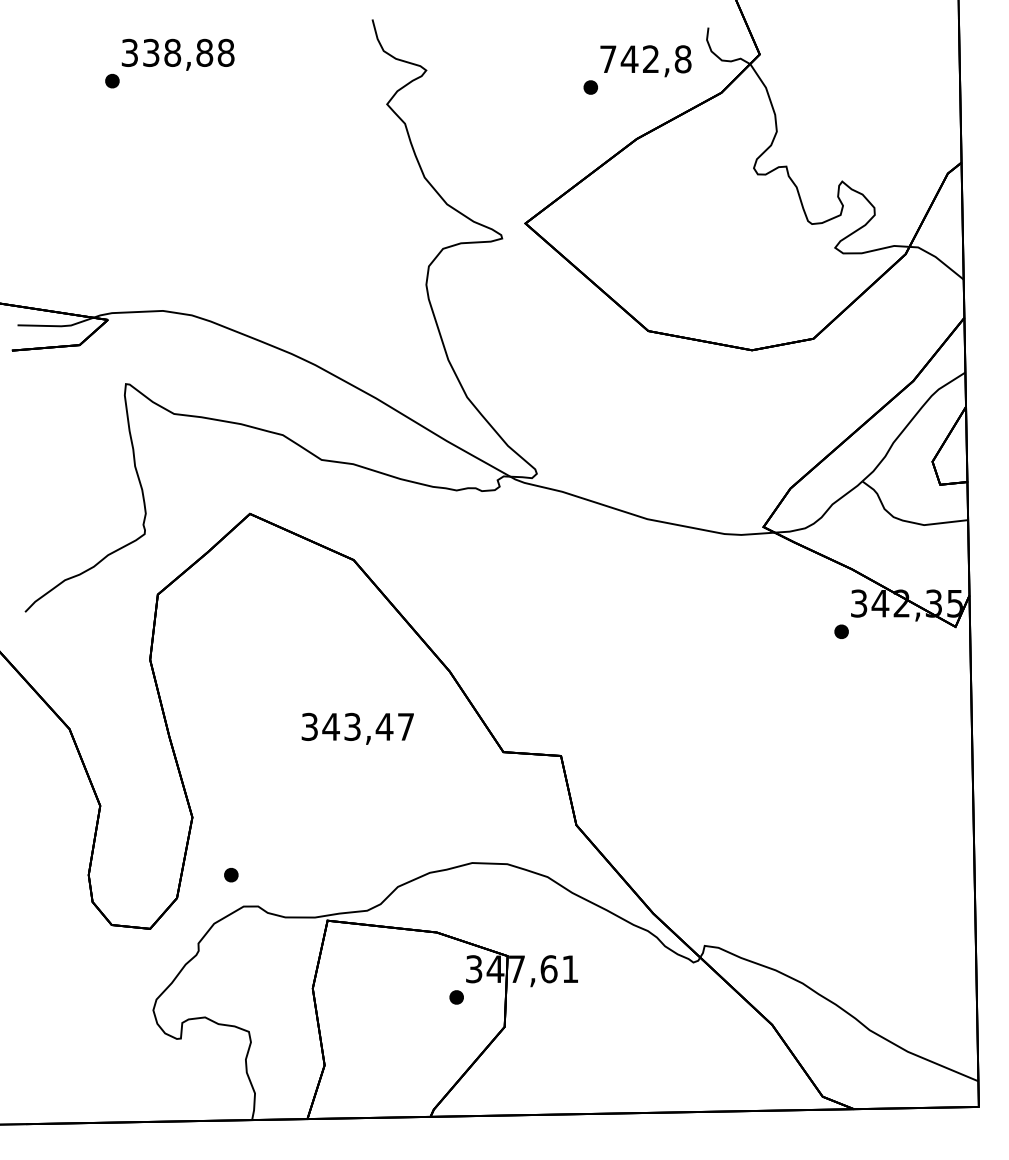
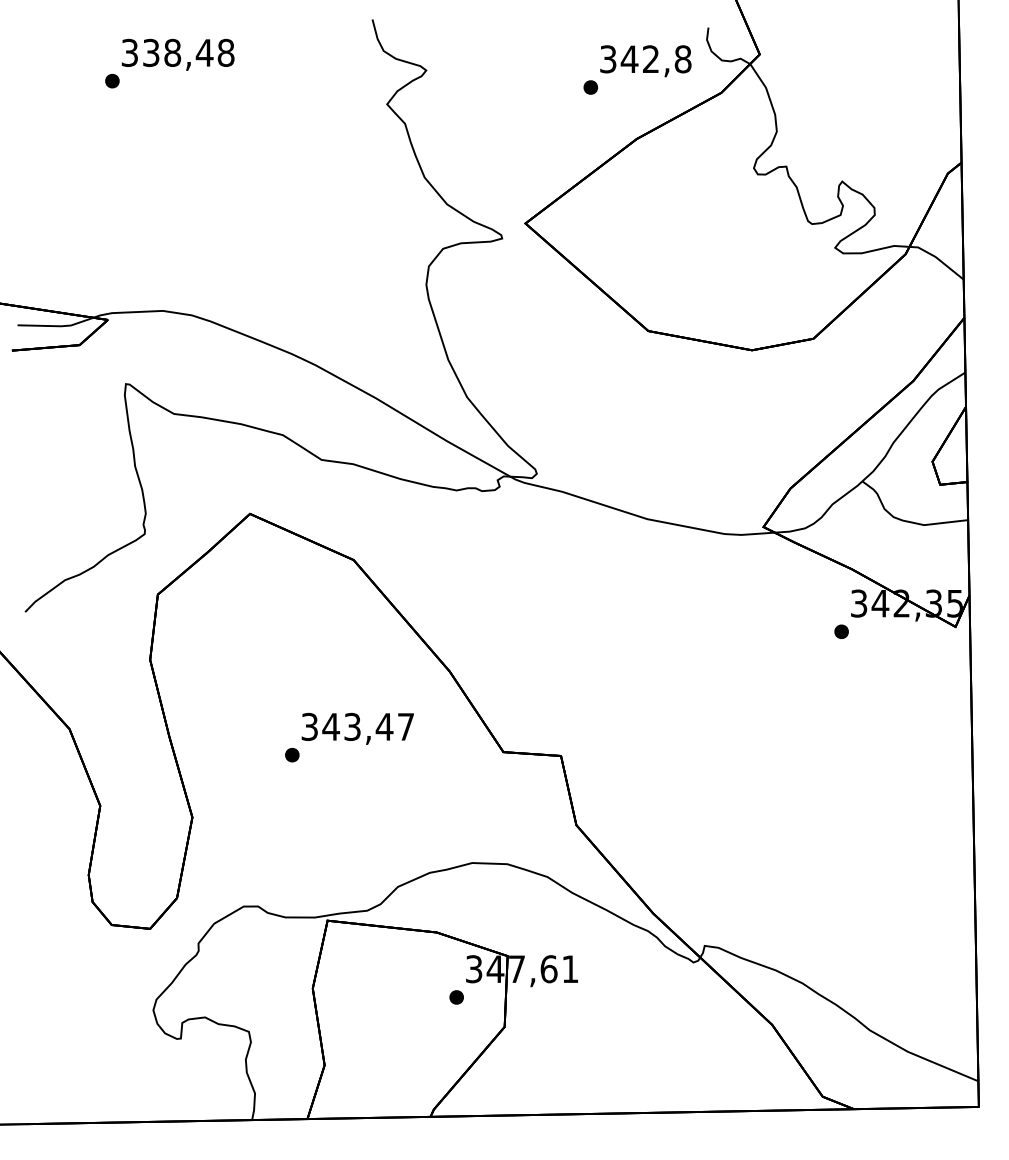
text at (204, 52): 338,88 -> 338,48
text at (608, 59): 742,8 -> 342,8
part at (231, 875) position: (231, 875) -> (292, 755)
